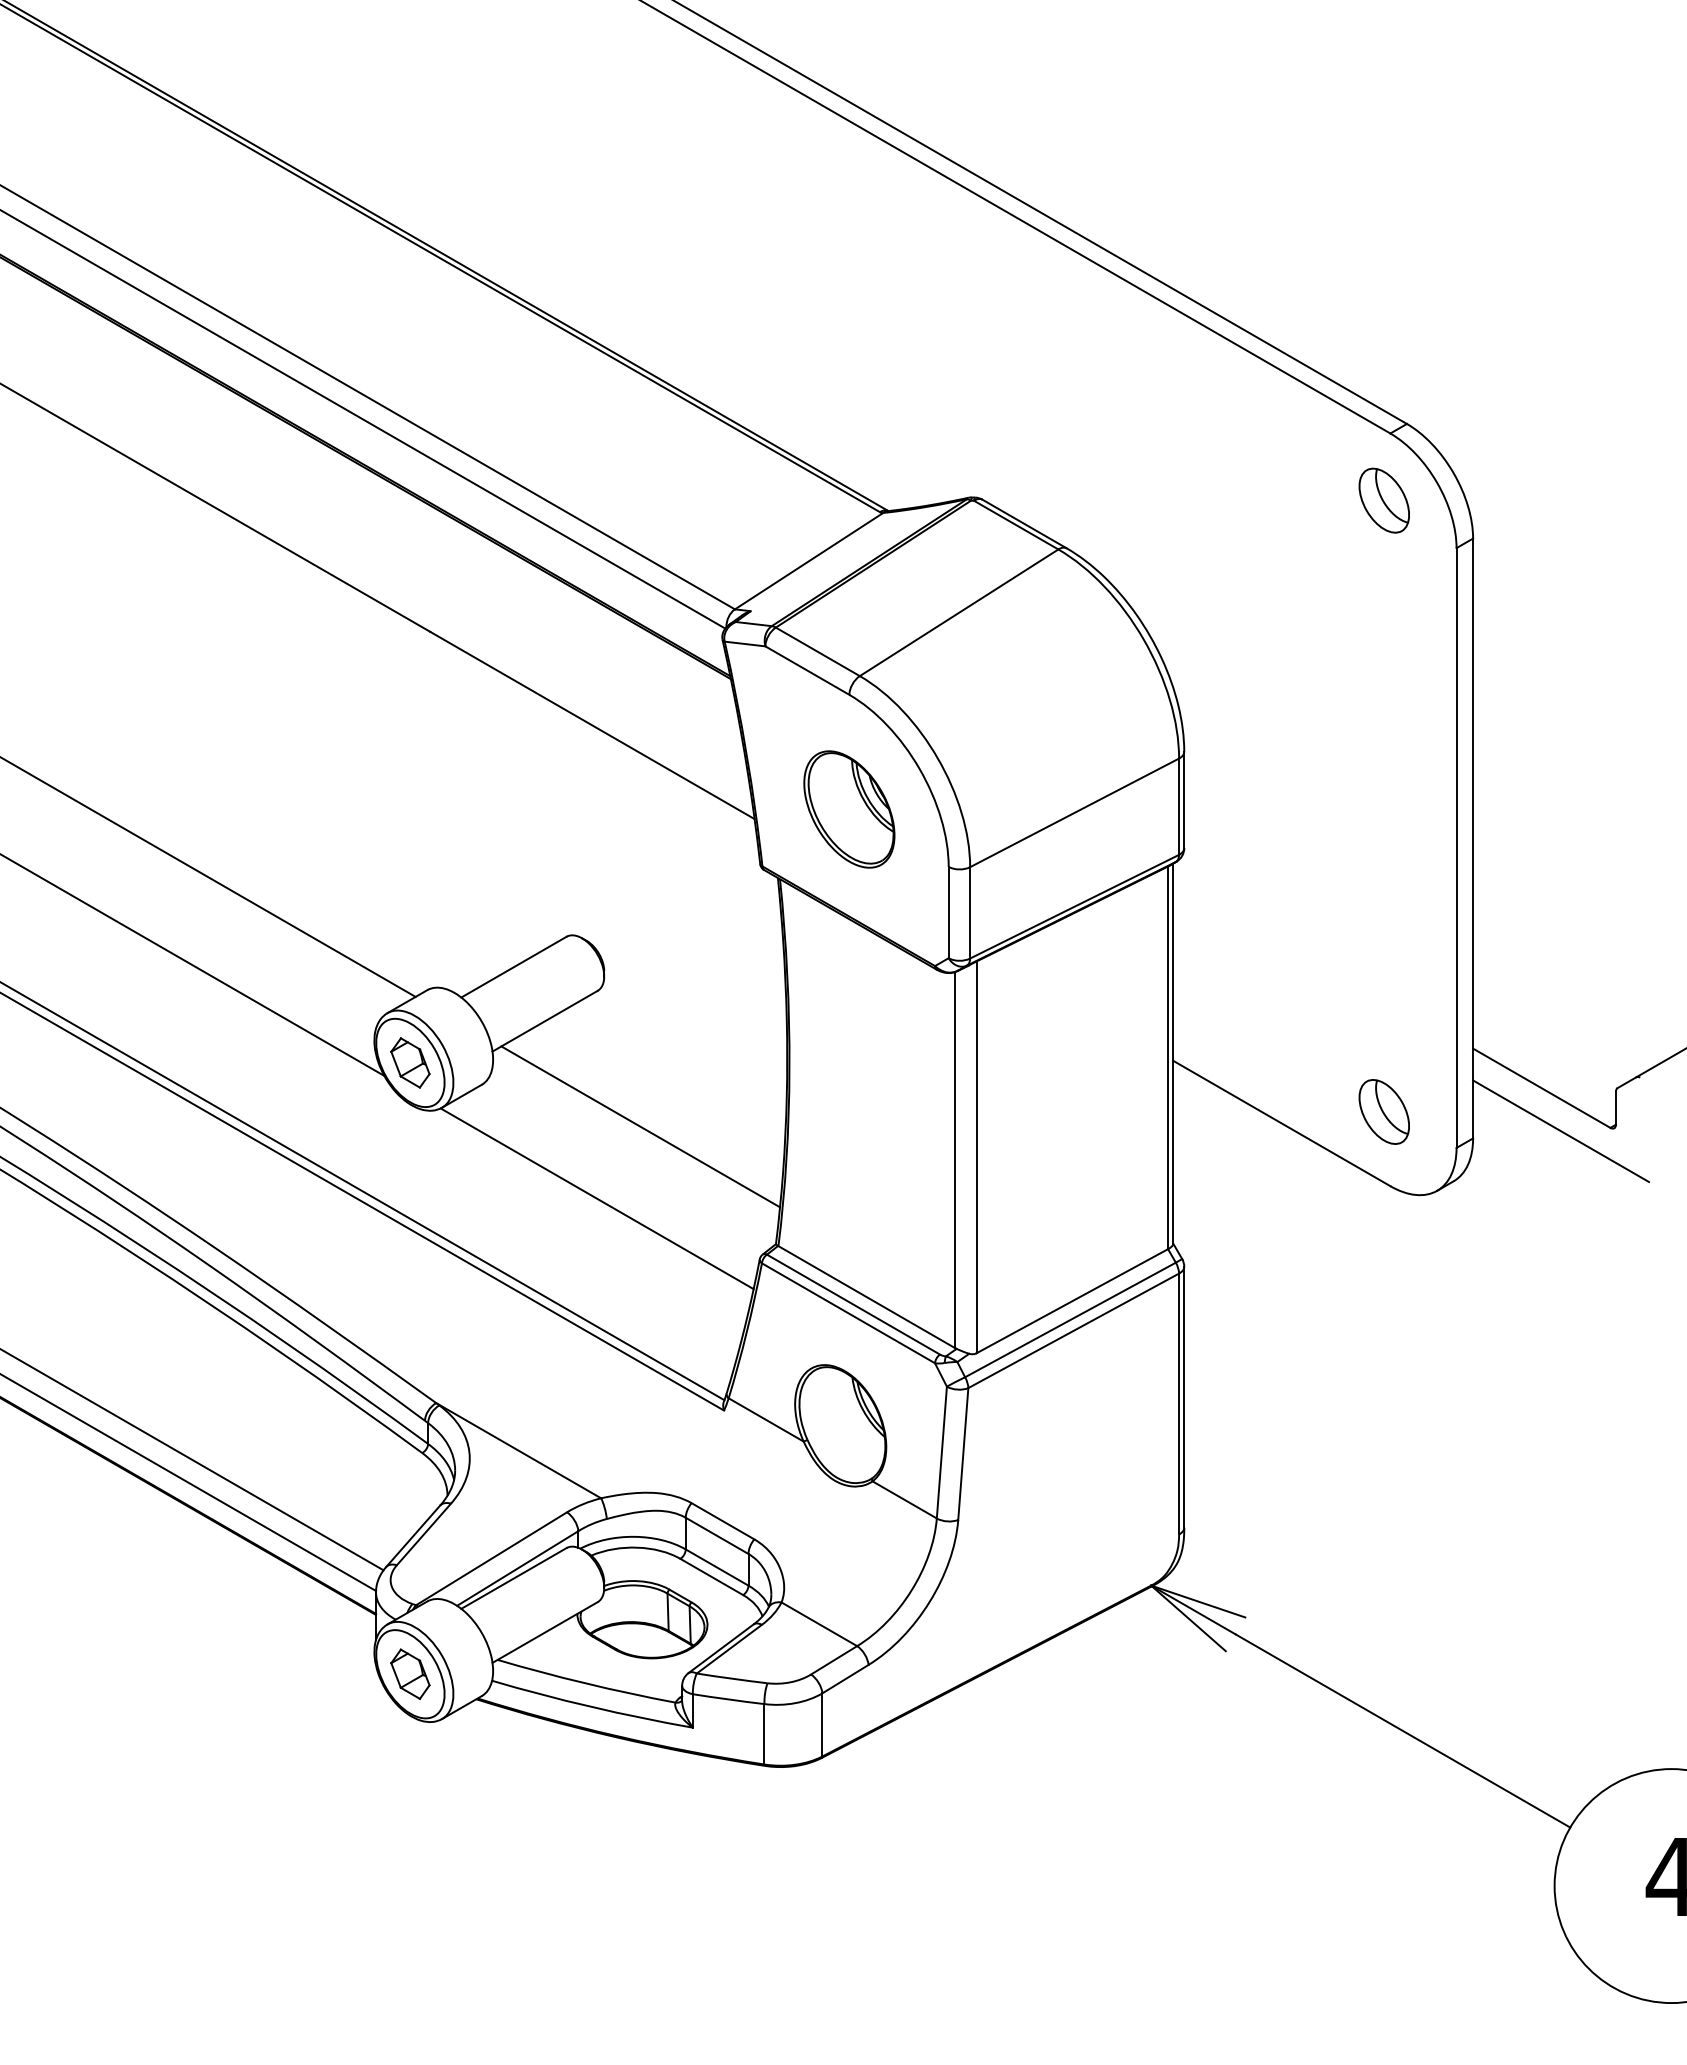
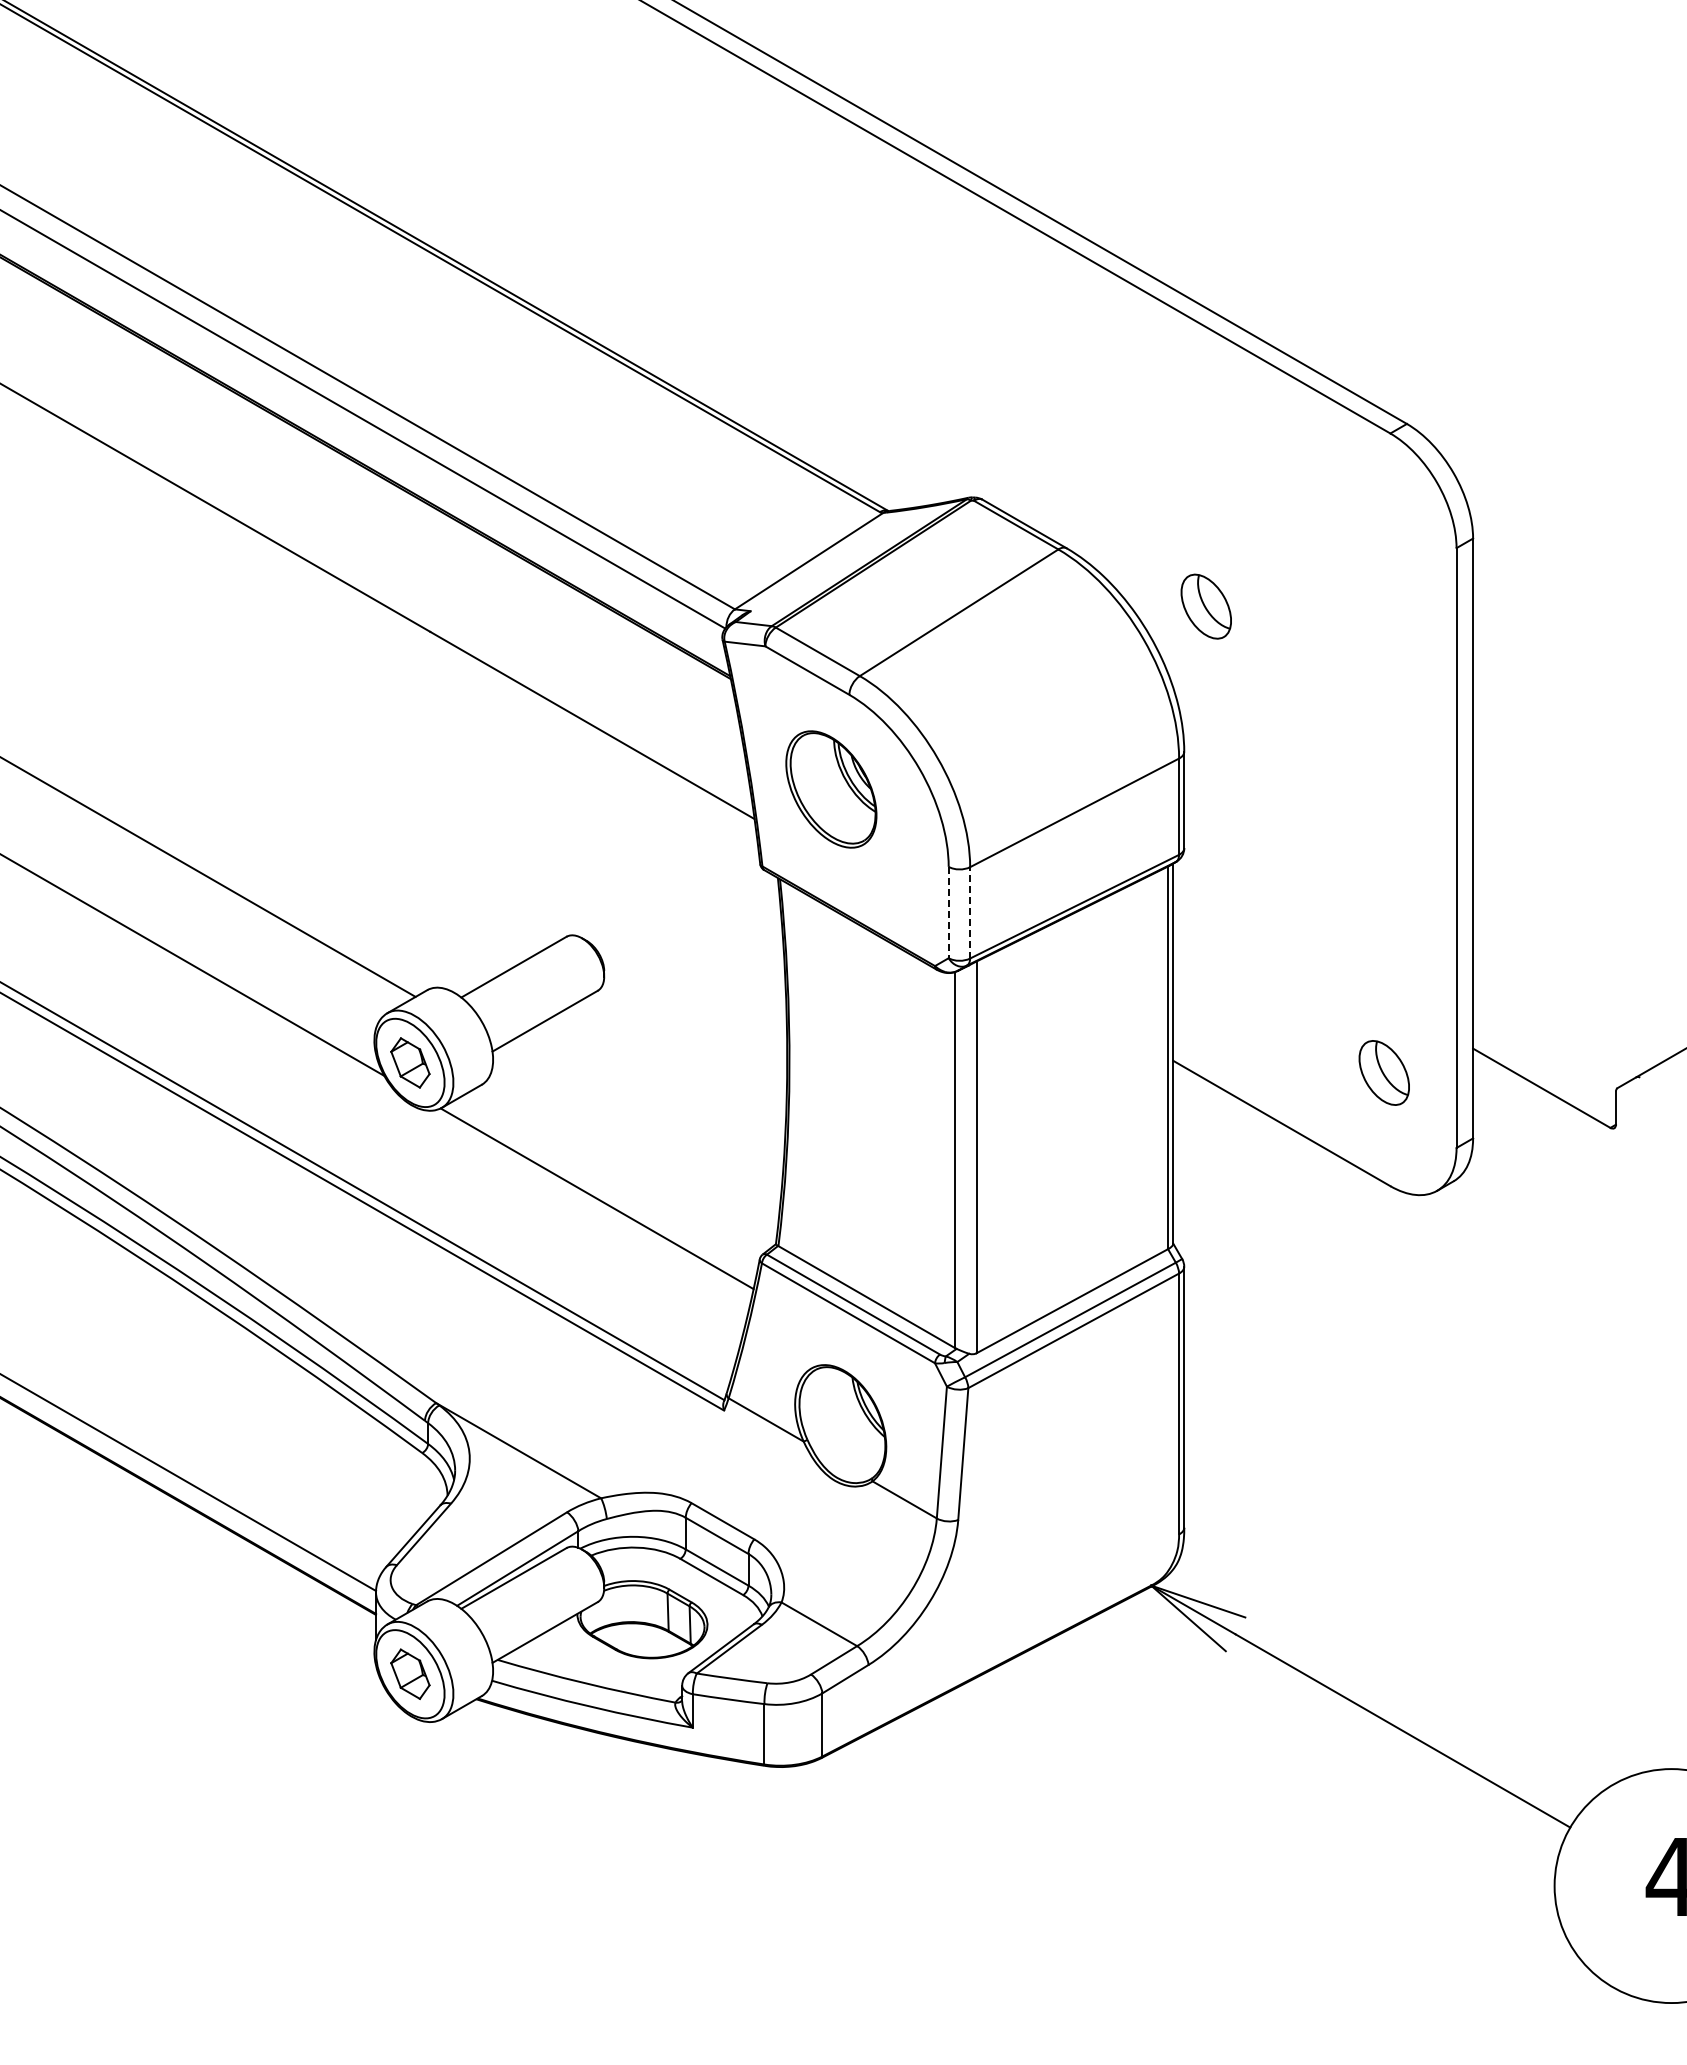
part at (1383, 500) position: (1383, 500) -> (1205, 606)
part at (849, 809) position: (849, 809) -> (831, 789)
line at (948, 912): solid -> dashed
line at (970, 912): solid -> dashed
part at (1383, 1111) position: (1383, 1111) -> (1383, 1072)
line at (640, 1126): present -> none
line at (1561, 1131): present -> none
line at (192, 1460): present -> none
